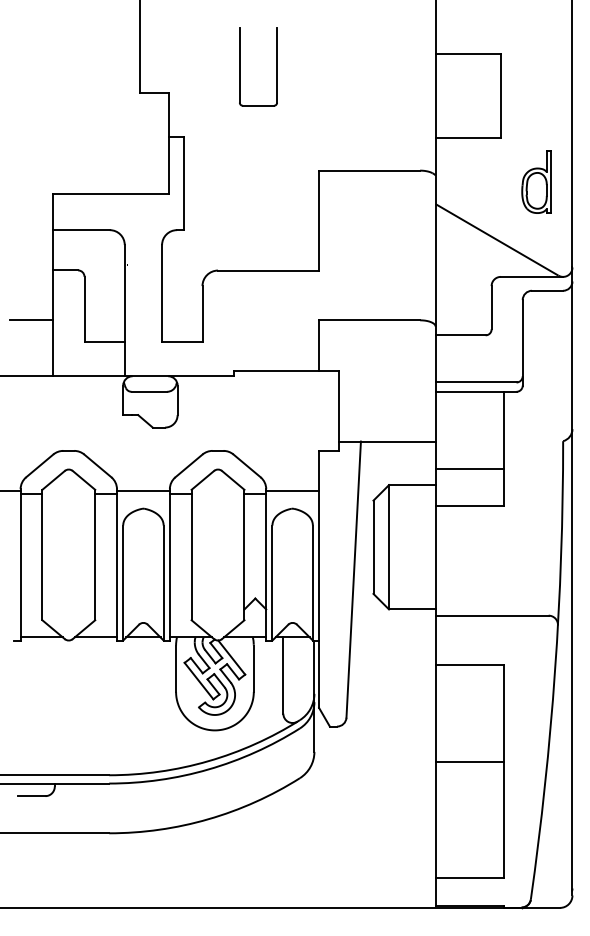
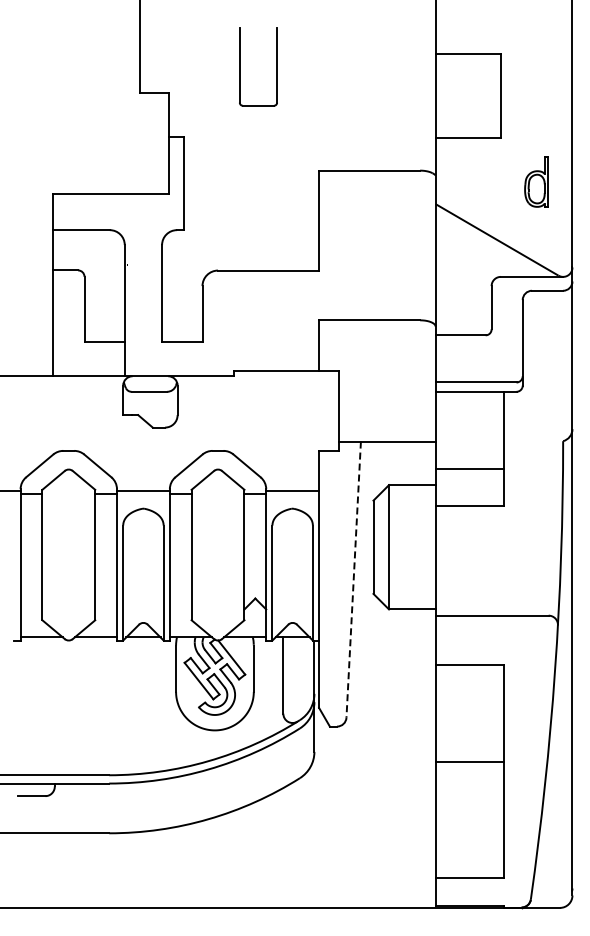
part at (536, 181) size: 31x64 px -> 25x52 px
line at (31, 320): present -> none
line at (353, 580): solid -> dashed
